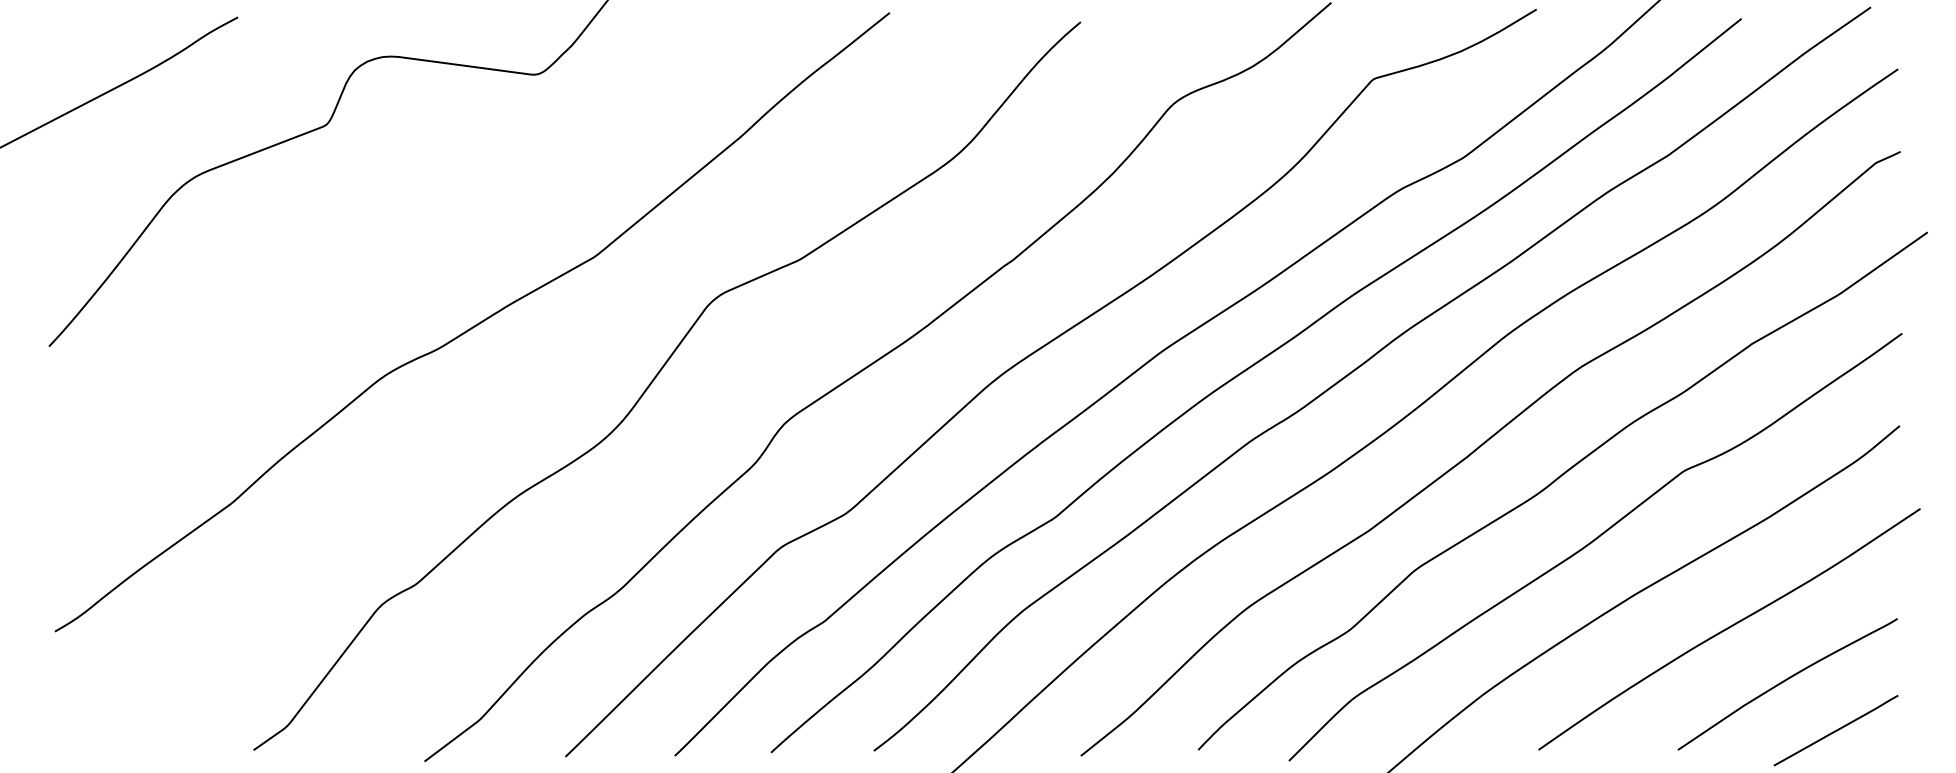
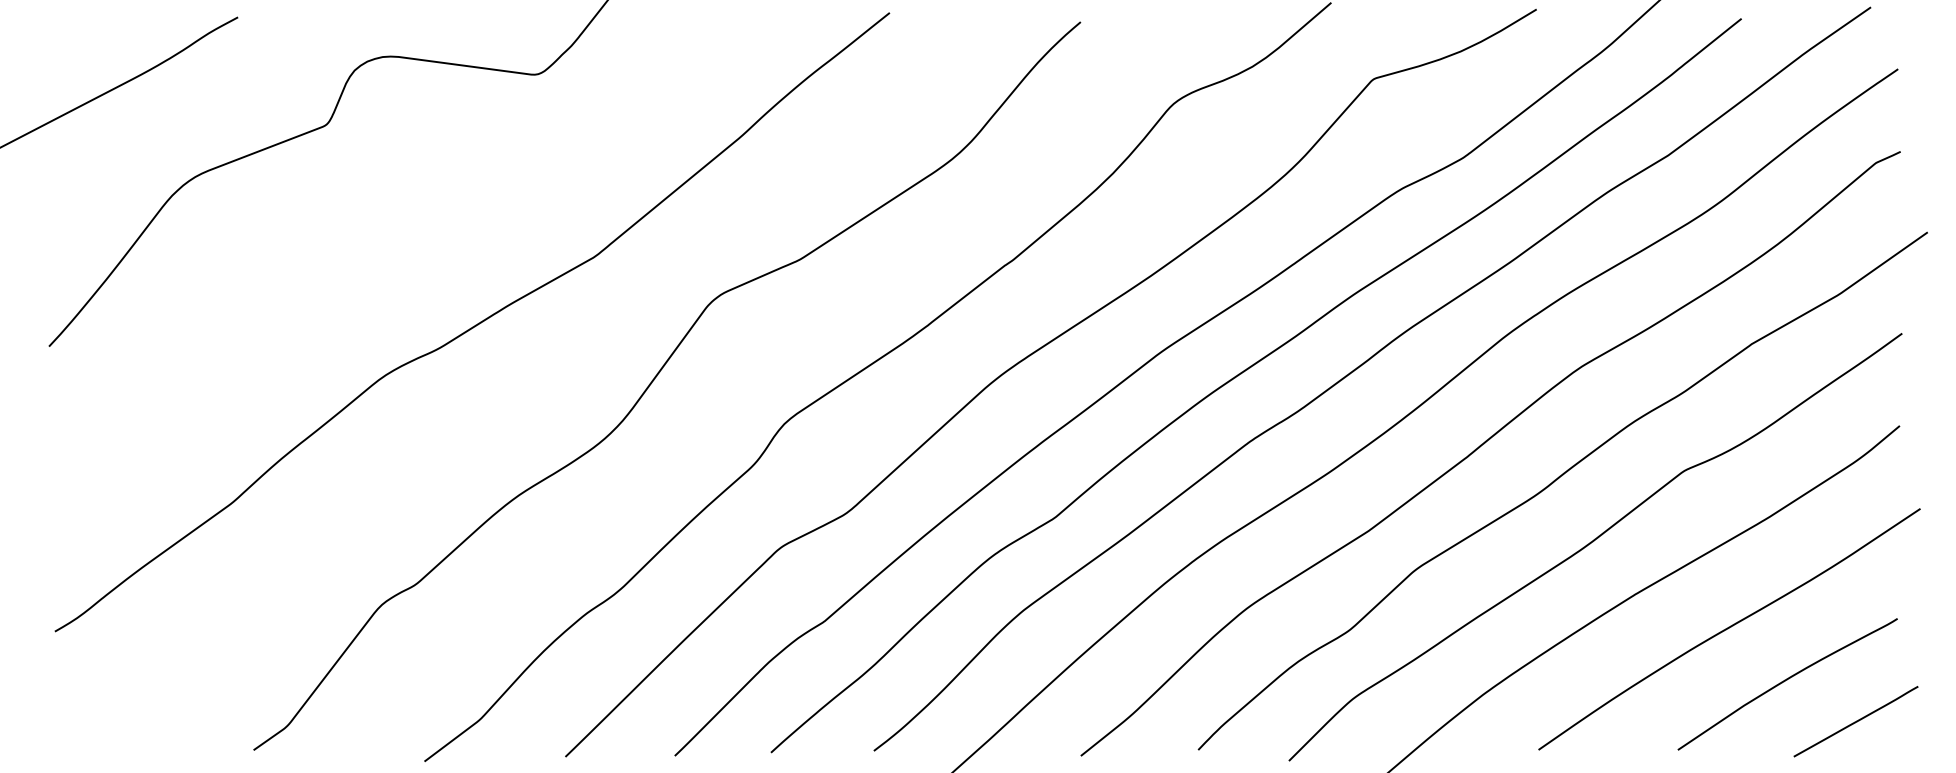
line at (1835, 730) position: (1835, 730) -> (1855, 721)
